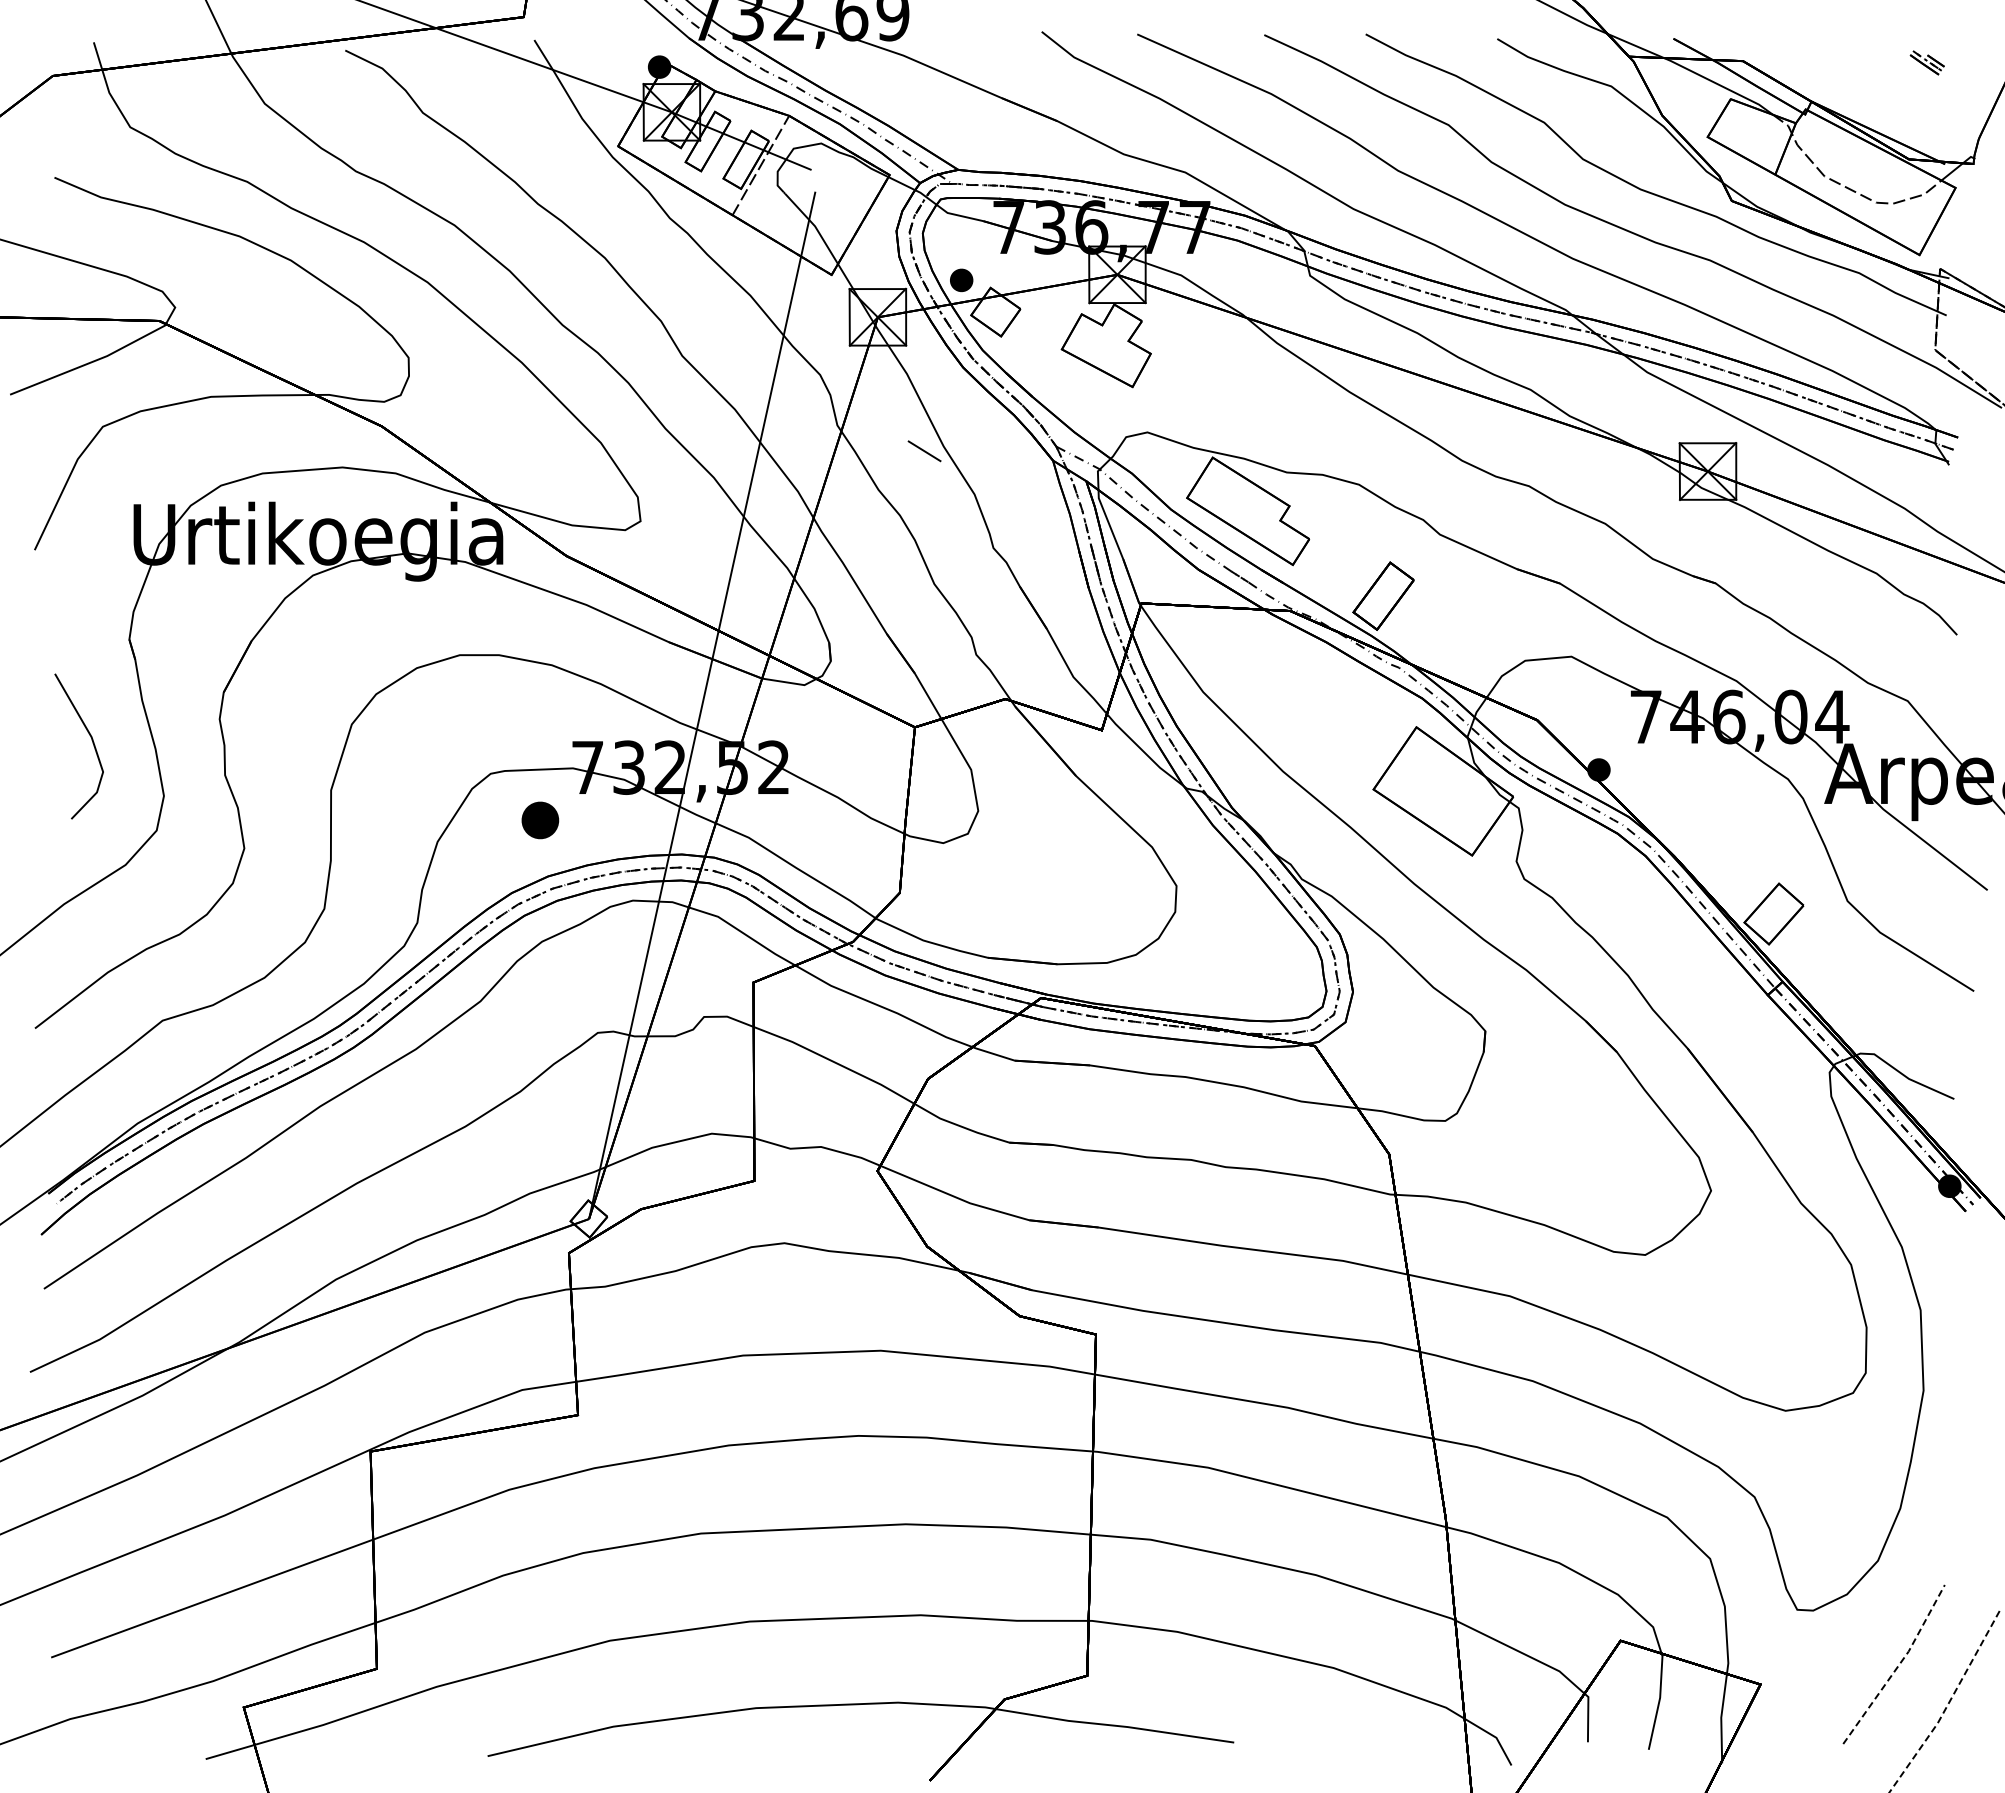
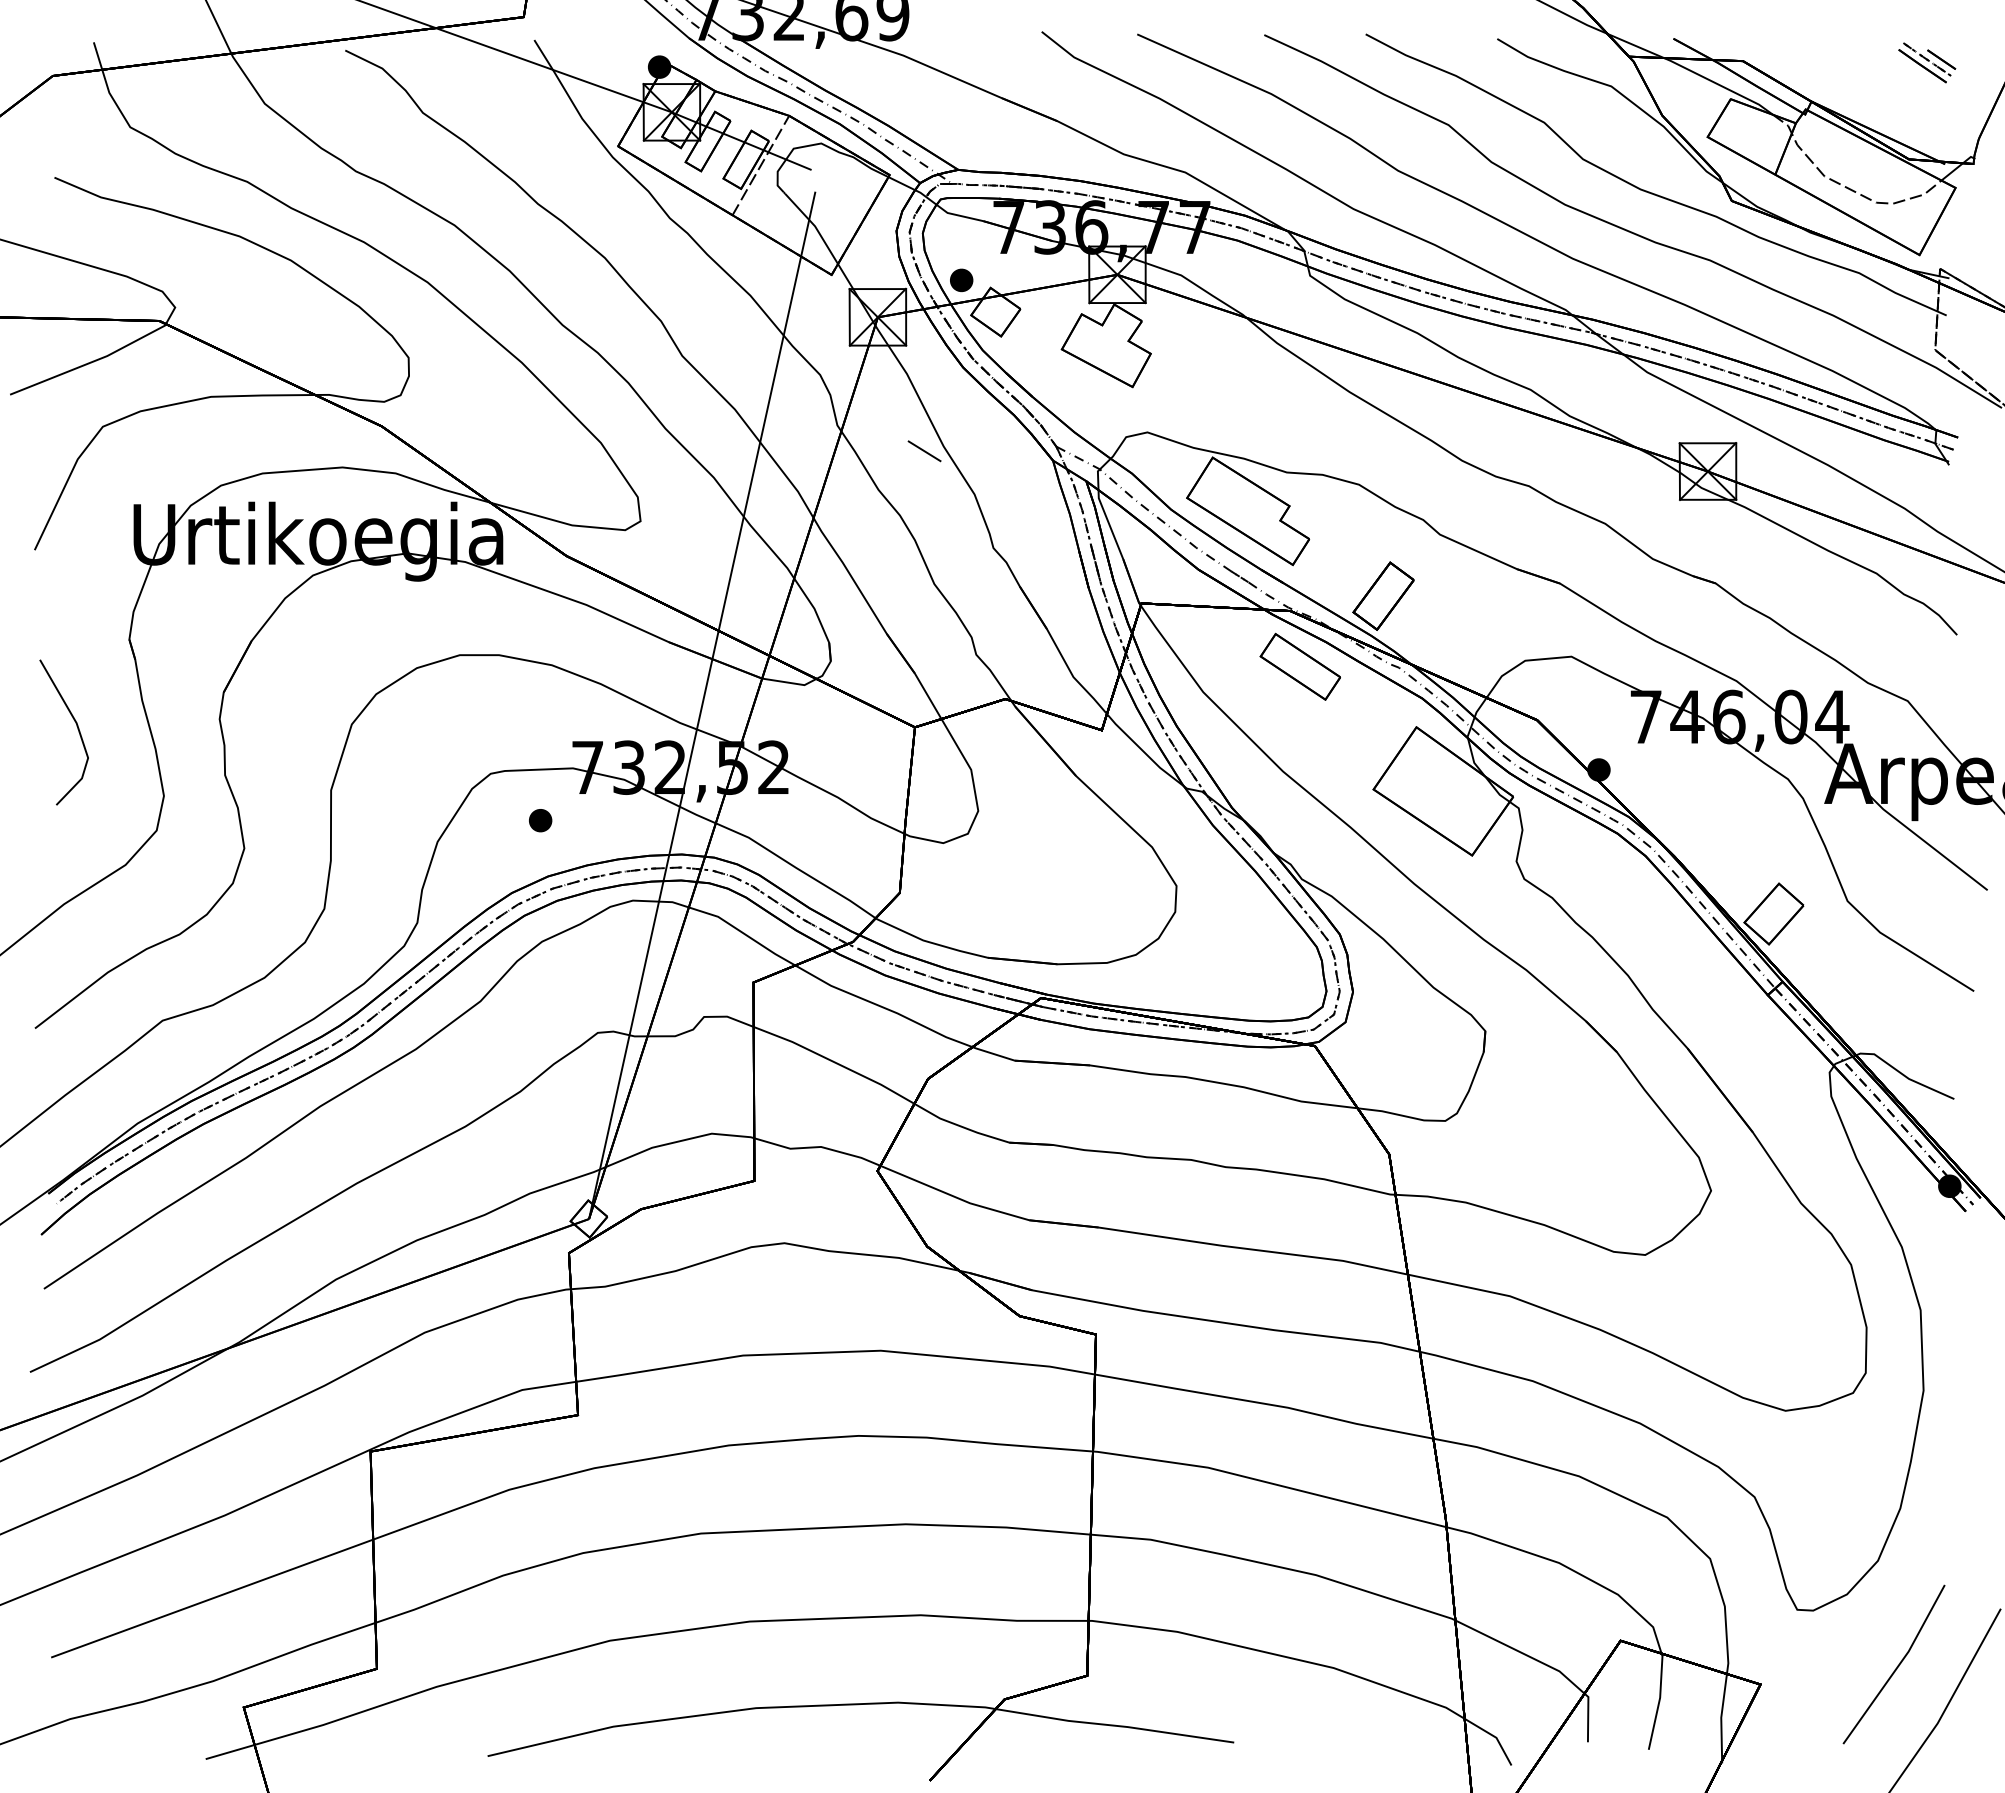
part at (1926, 62) size: 36x26 px -> 59x42 px
part at (1299, 666): none -> present
line at (91, 740) position: (91, 740) -> (76, 726)
part at (540, 820) size: 39x39 px -> 24x24 px
line at (1898, 1666): dashed -> solid
line at (1948, 1703): dashed -> solid
